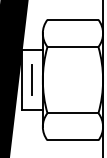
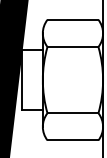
line at (31, 79): present -> none
